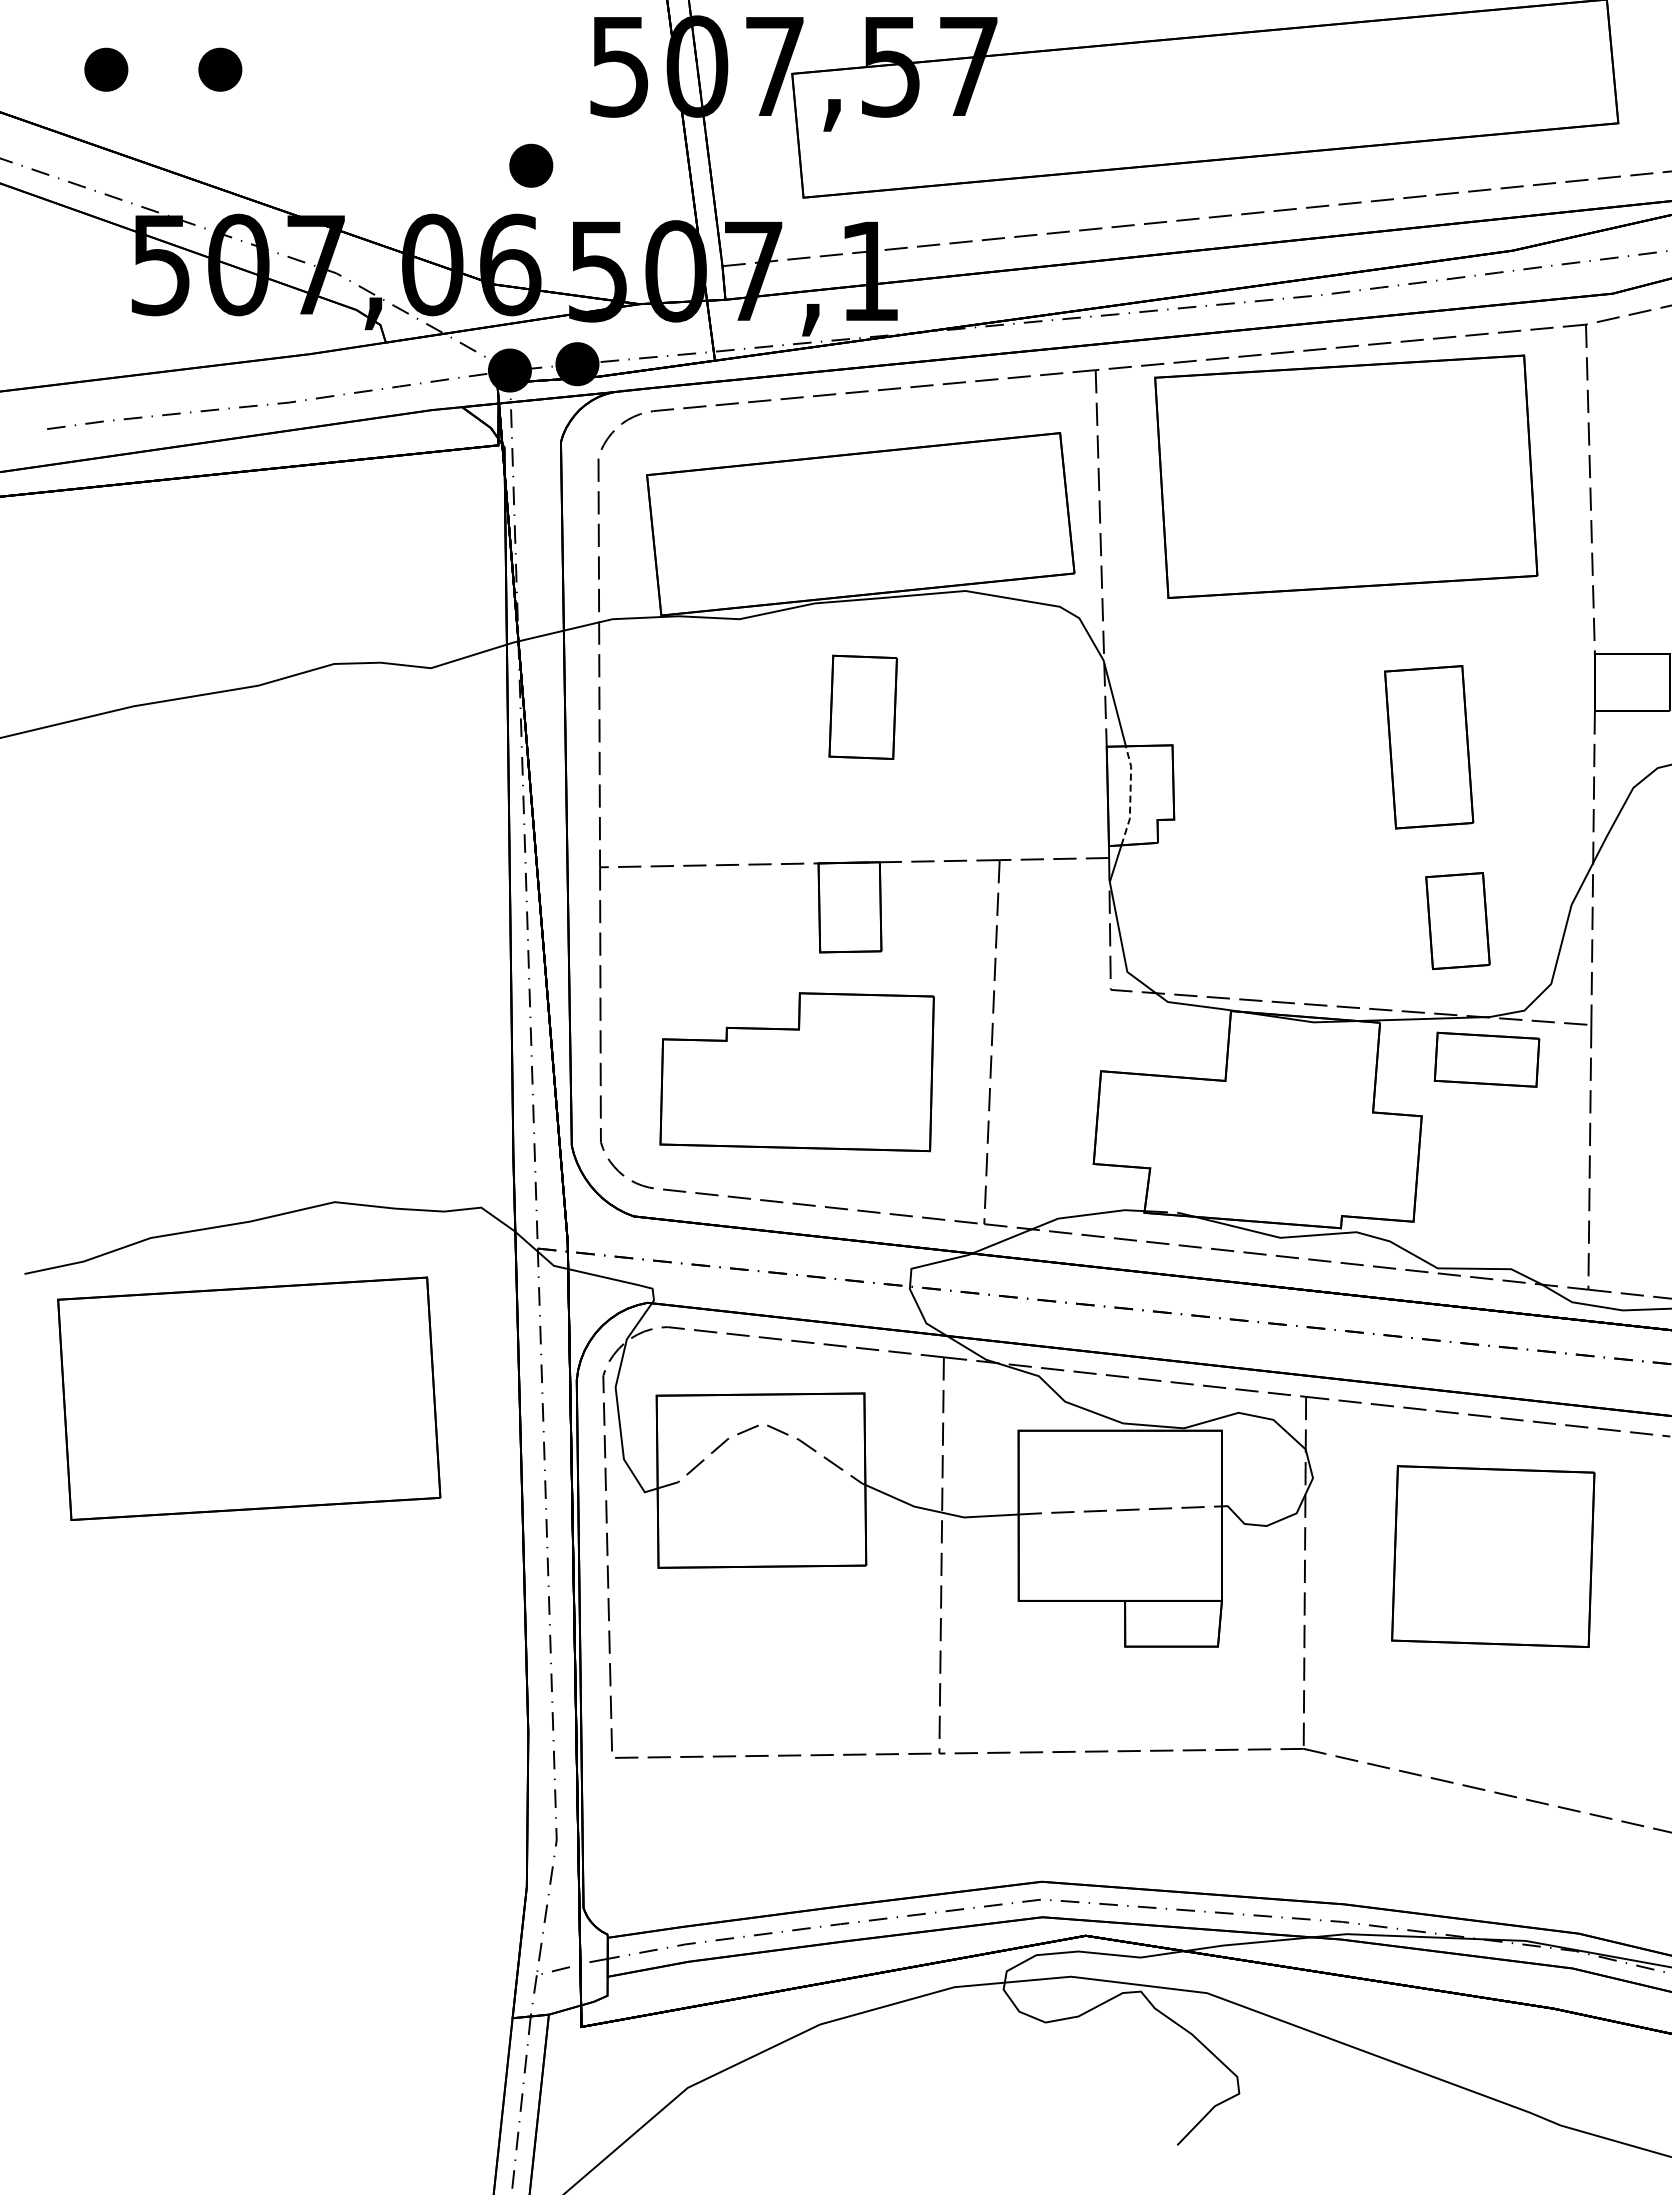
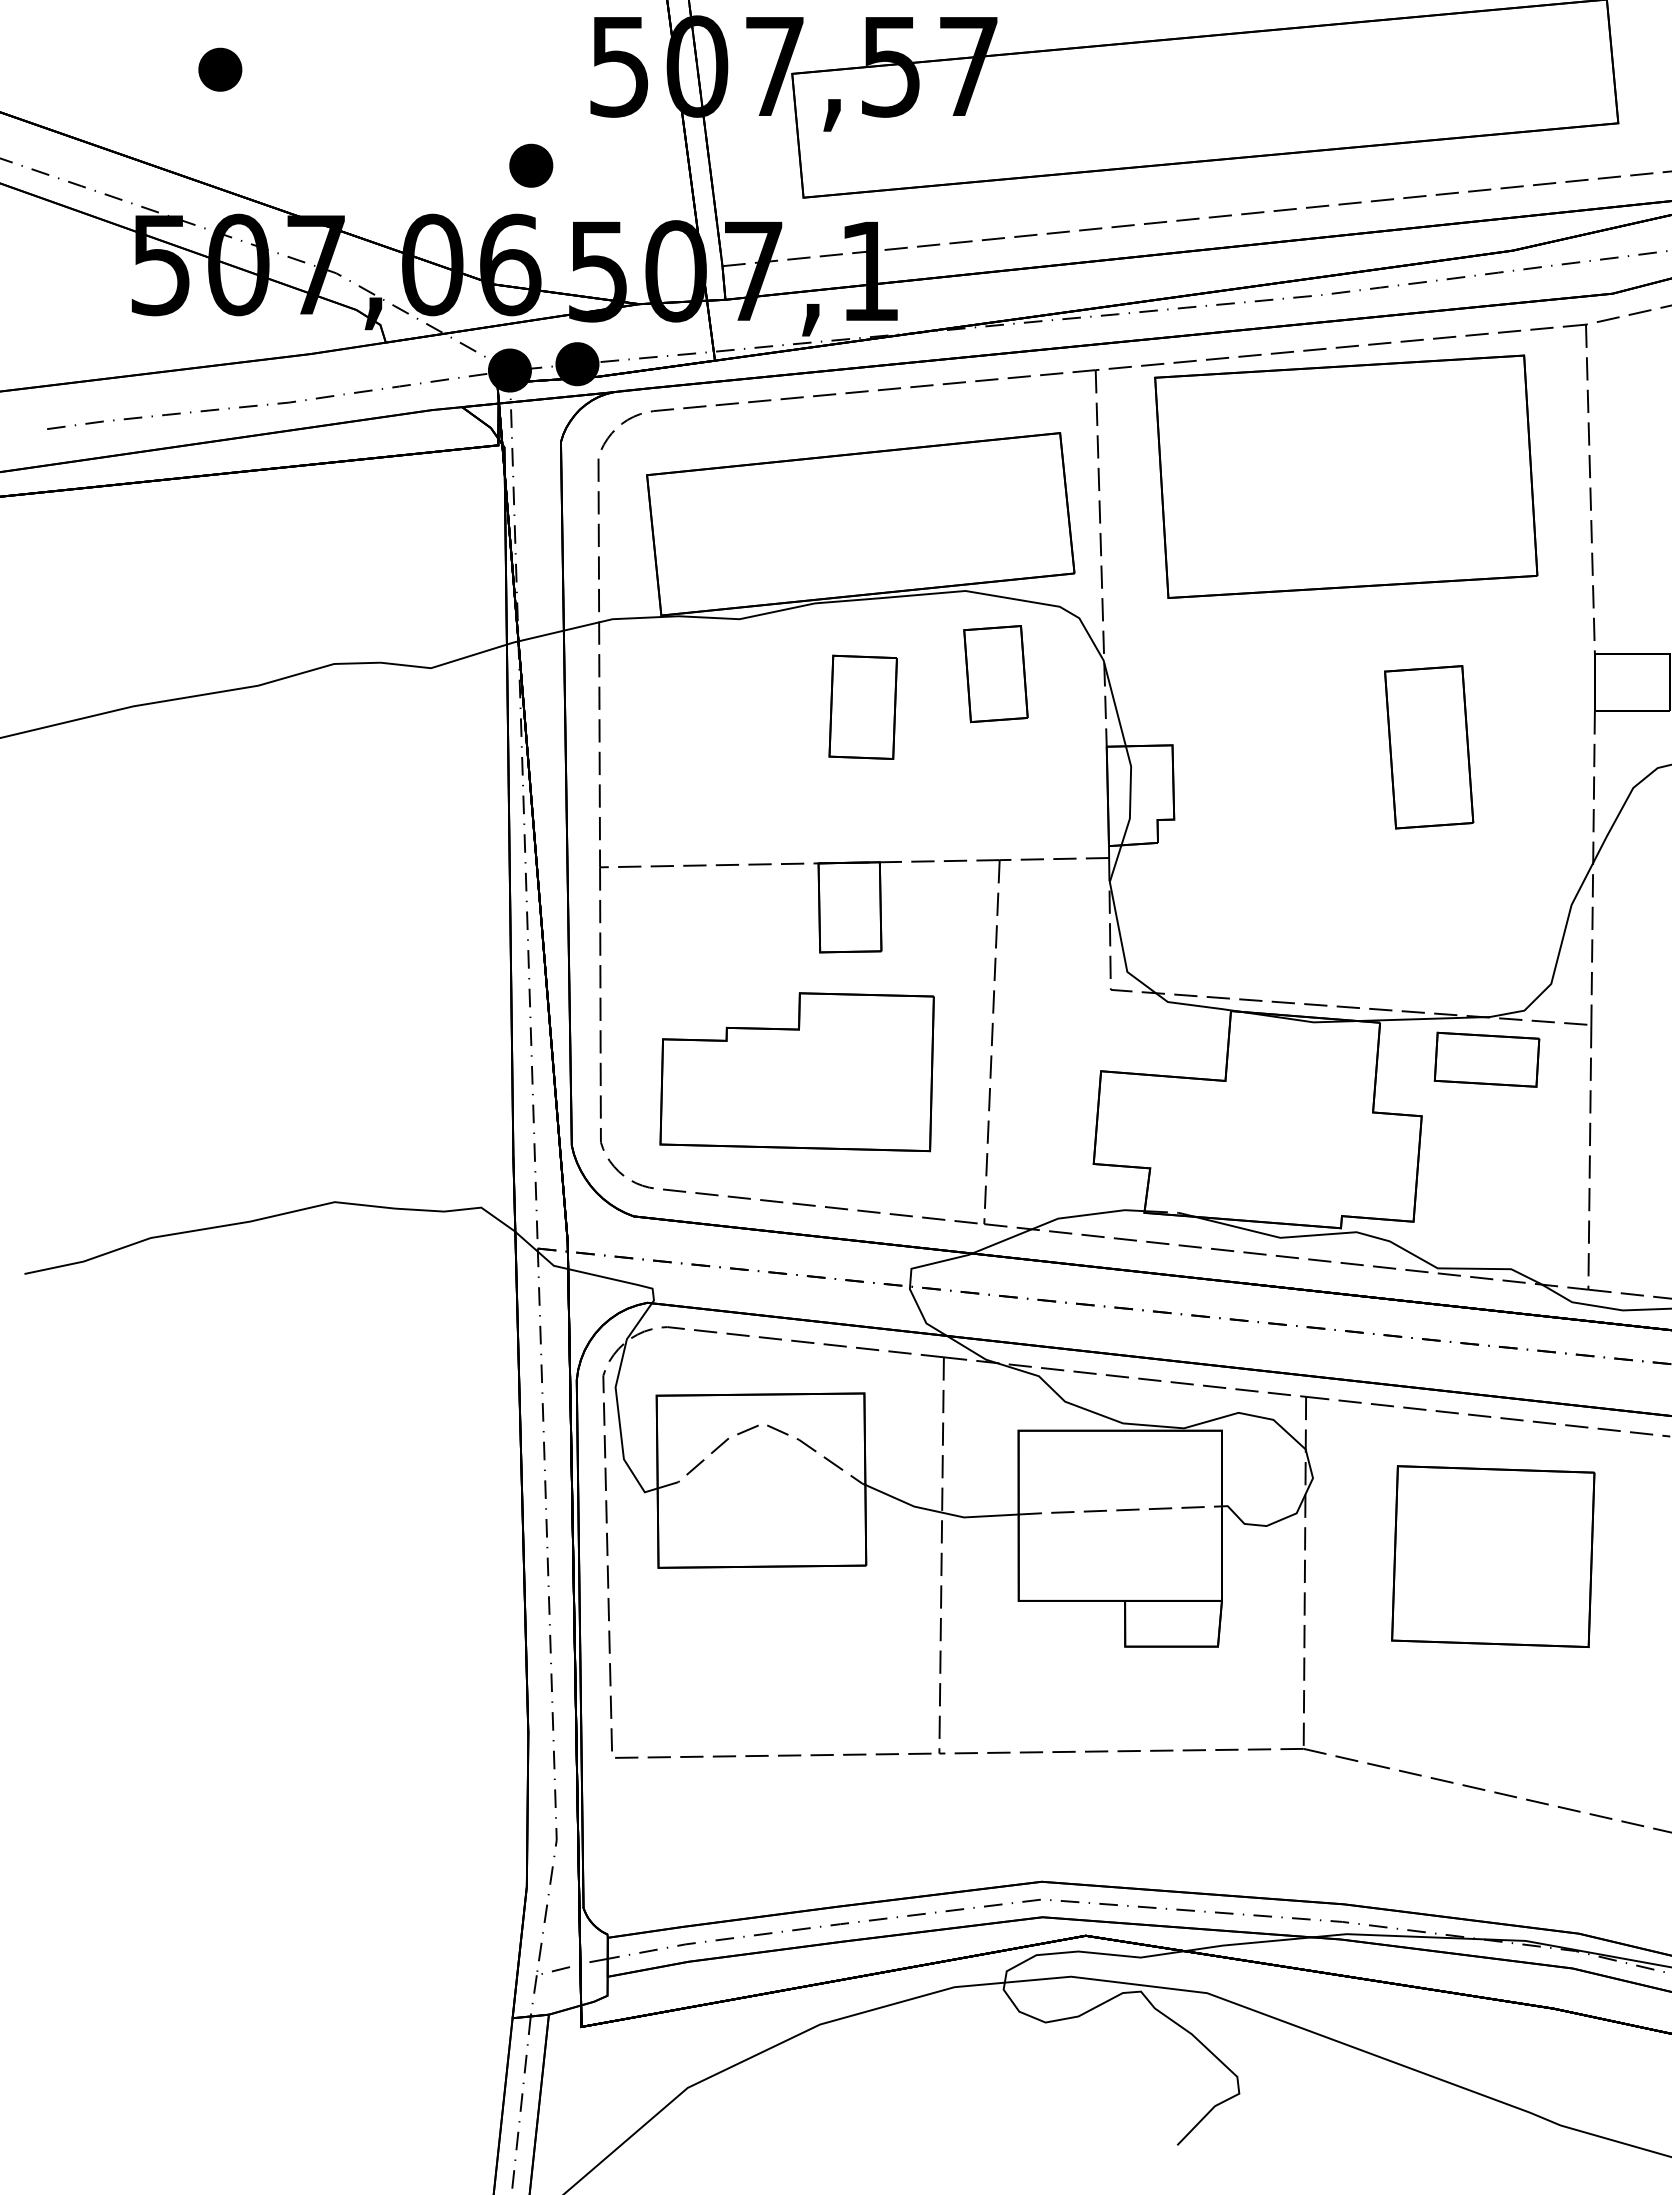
part at (106, 69): present -> none
line at (1130, 796): dashed -> solid
part at (1457, 921) position: (1457, 921) -> (995, 674)
part at (249, 1398): present -> none
